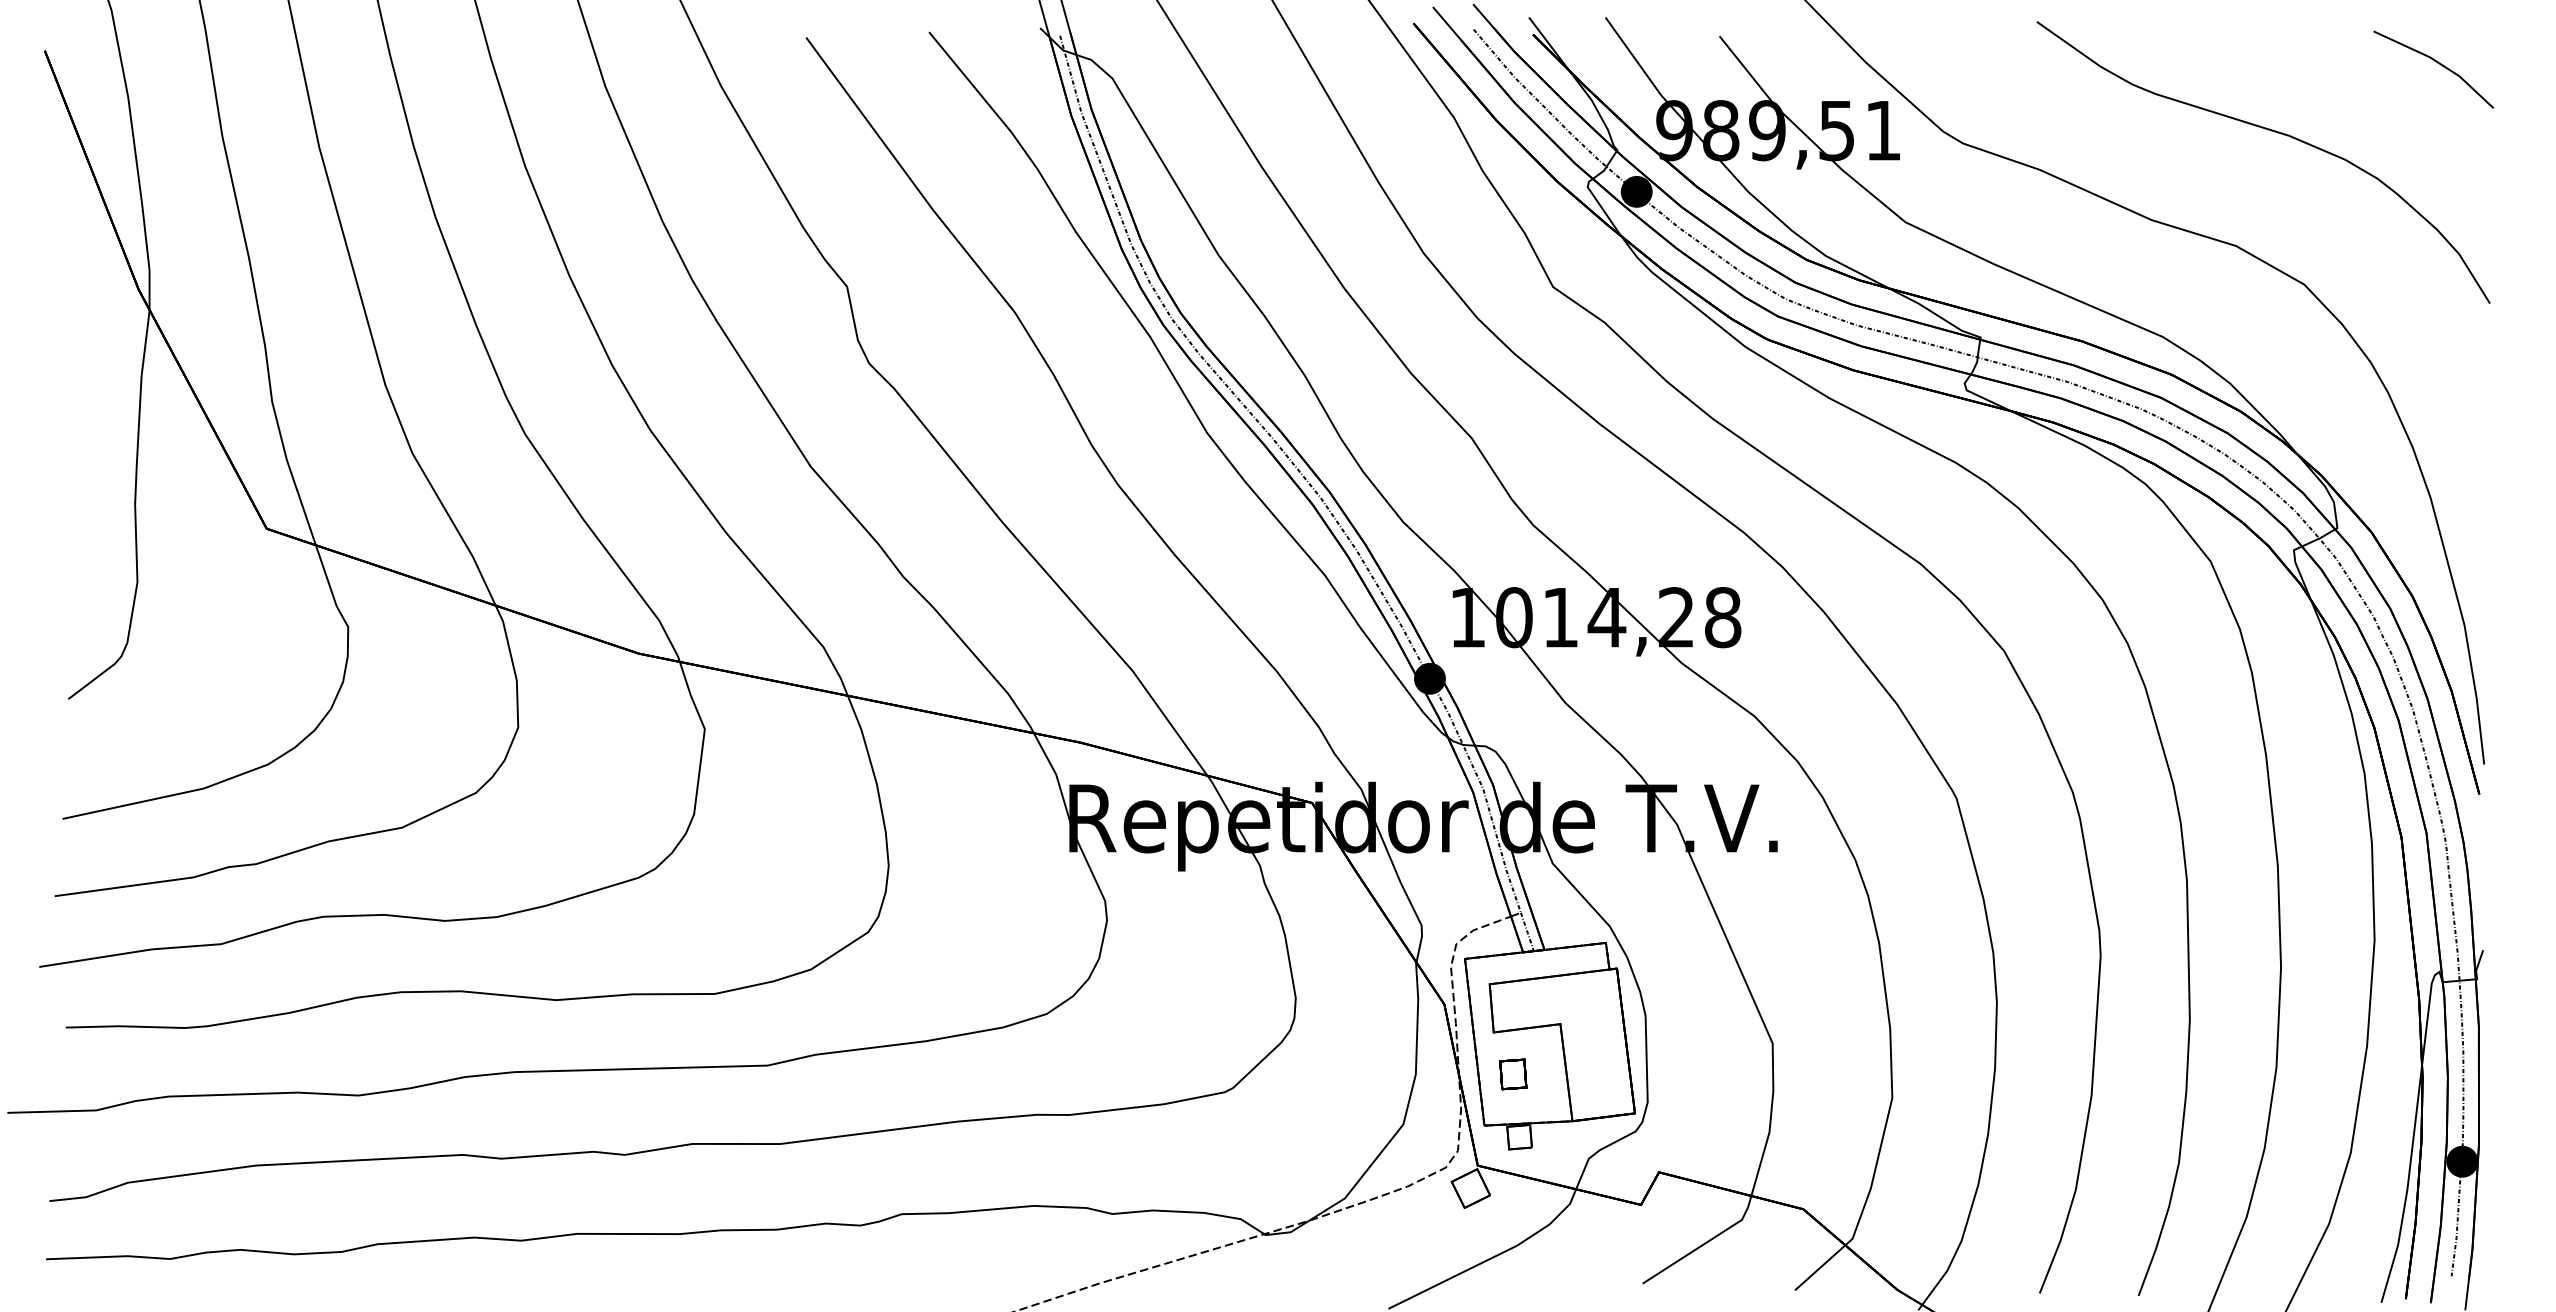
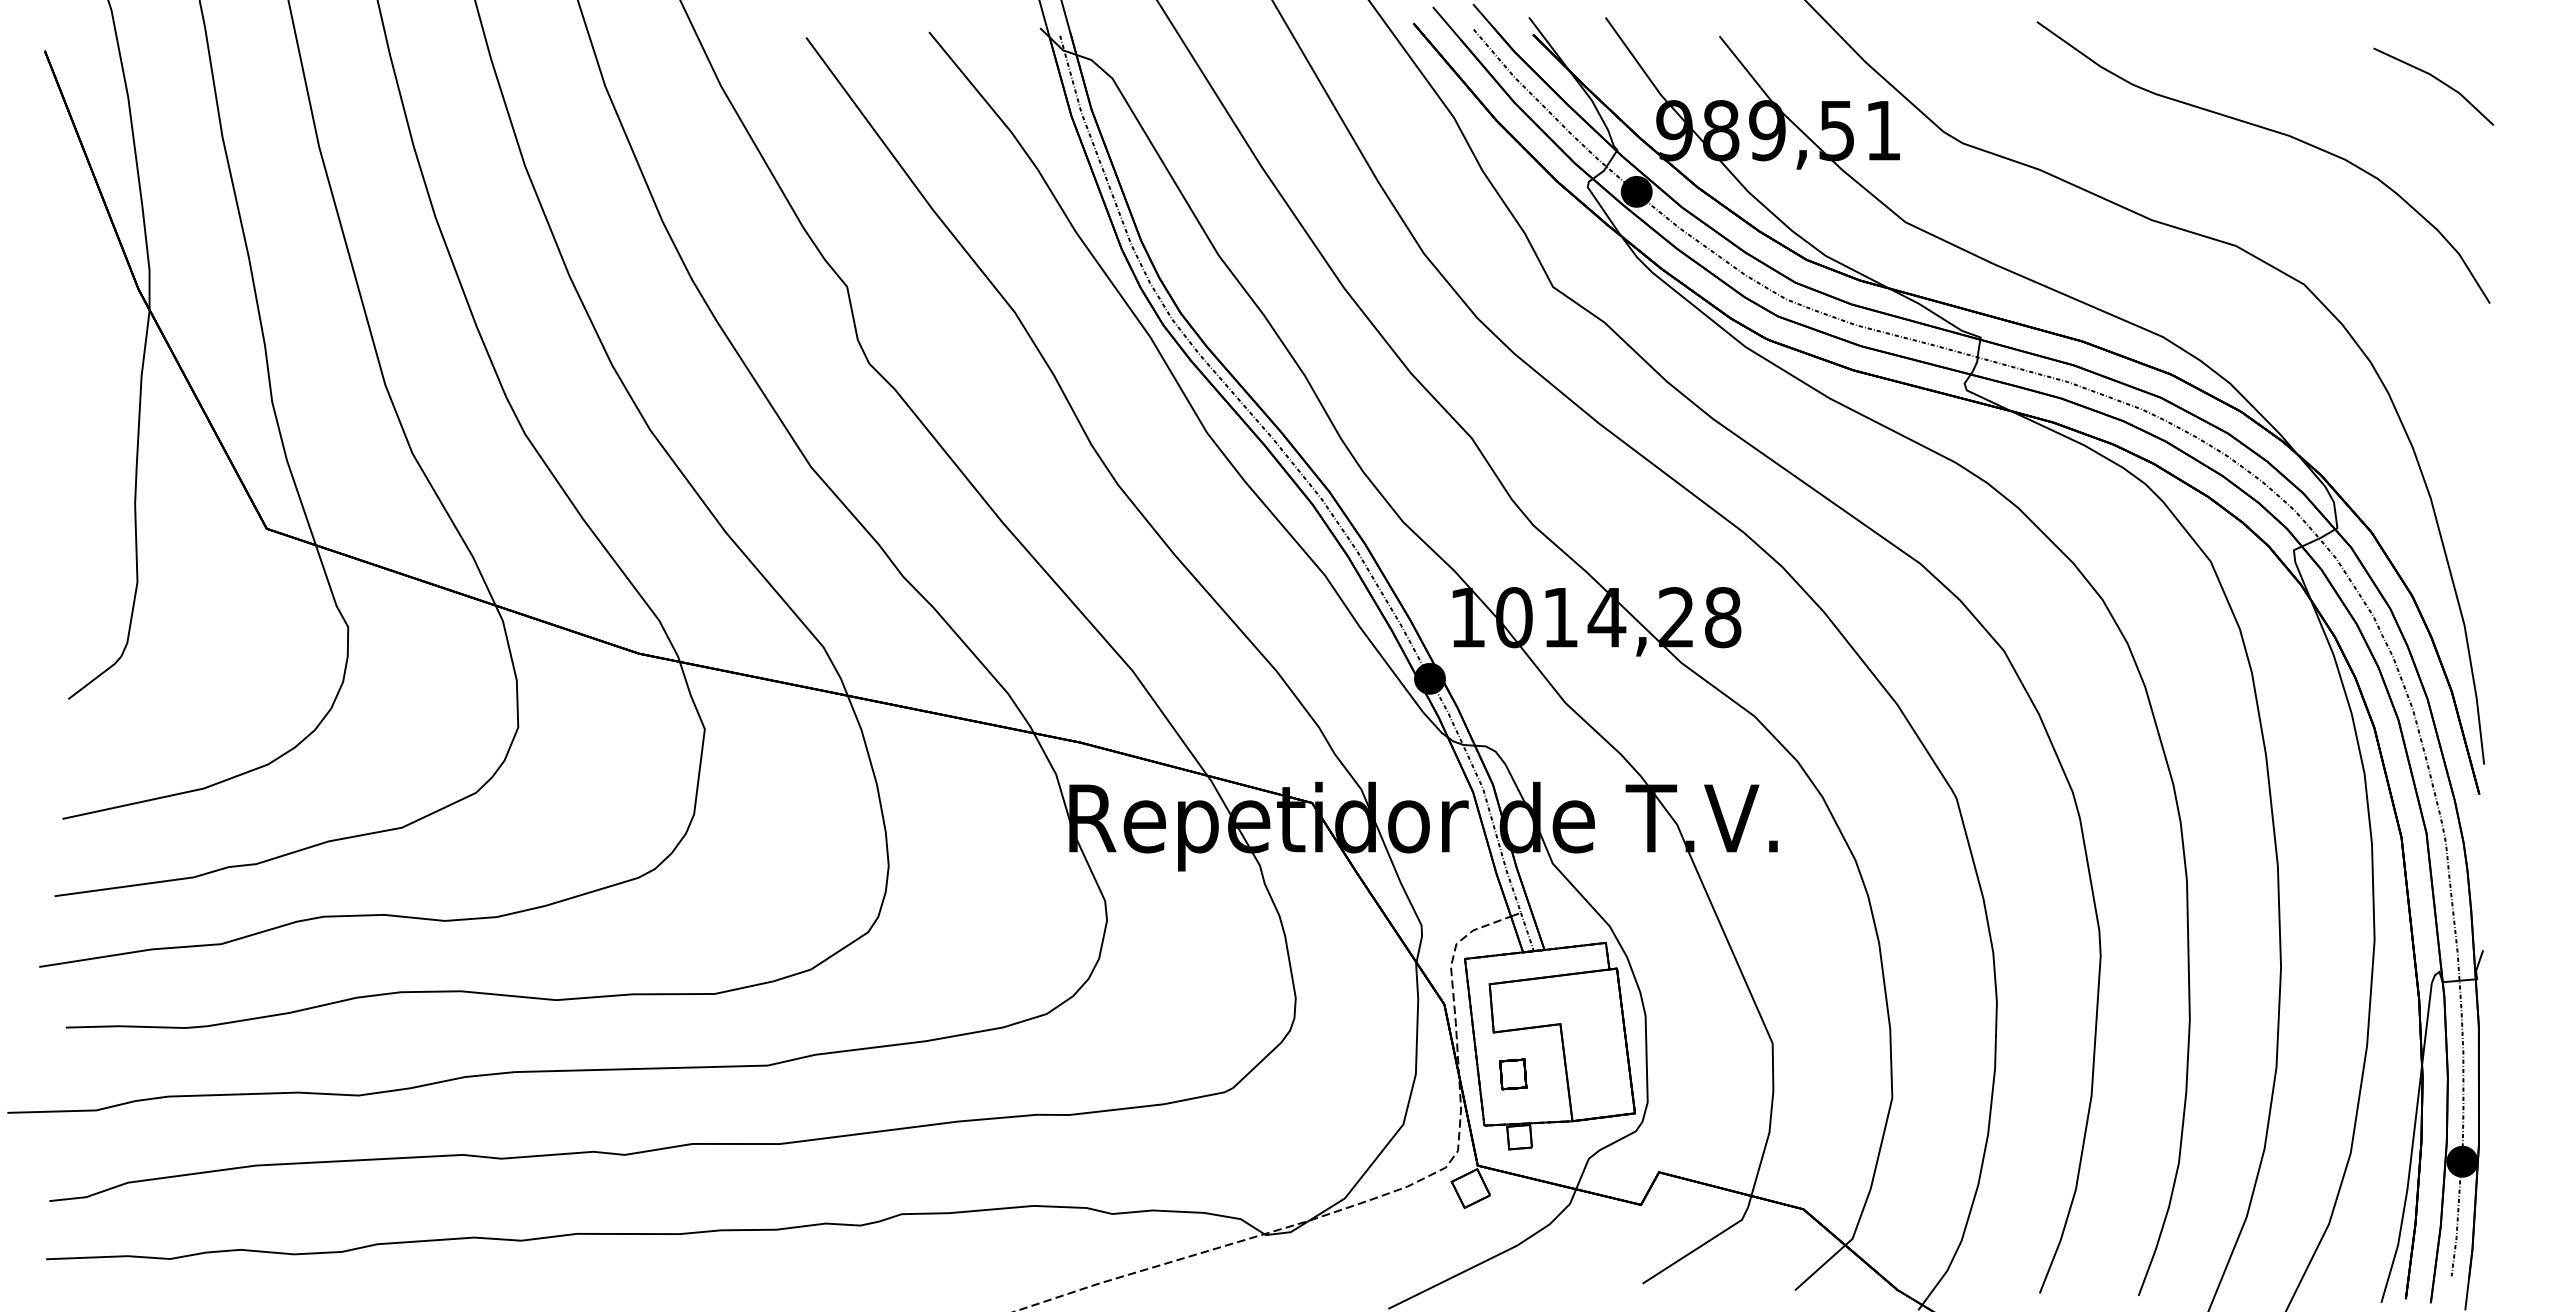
part at (2437, 63) position: (2437, 63) -> (2437, 80)
